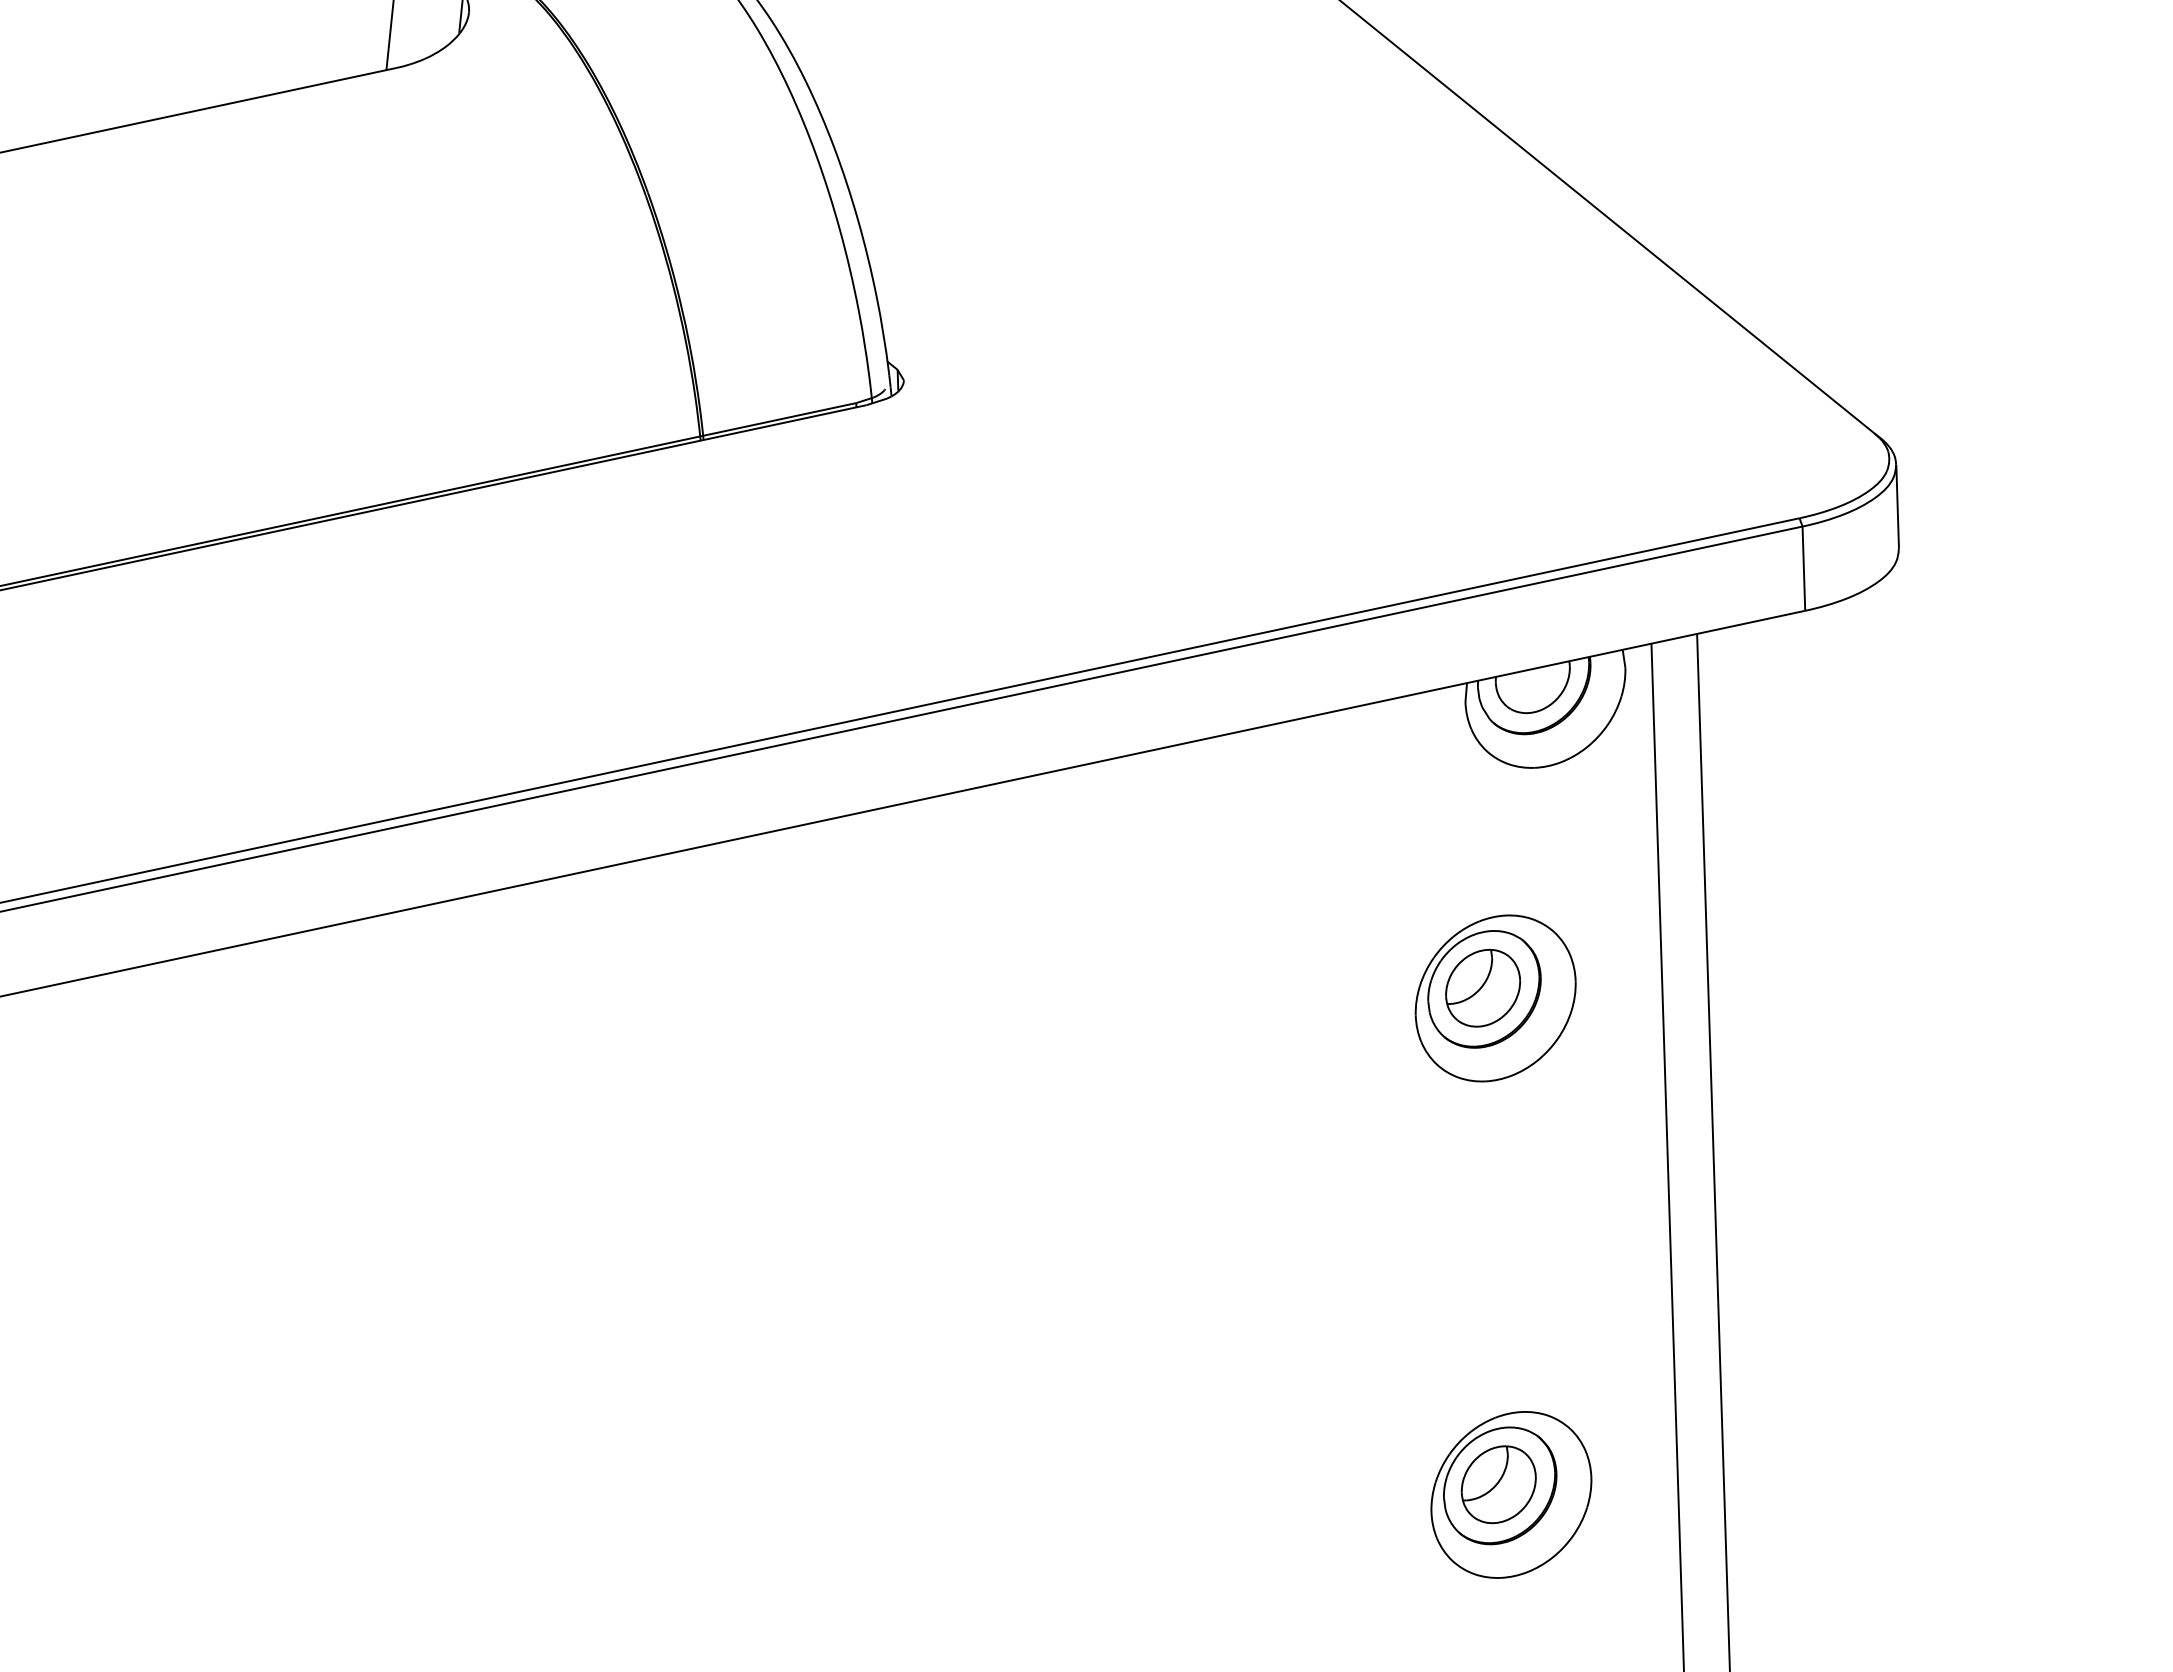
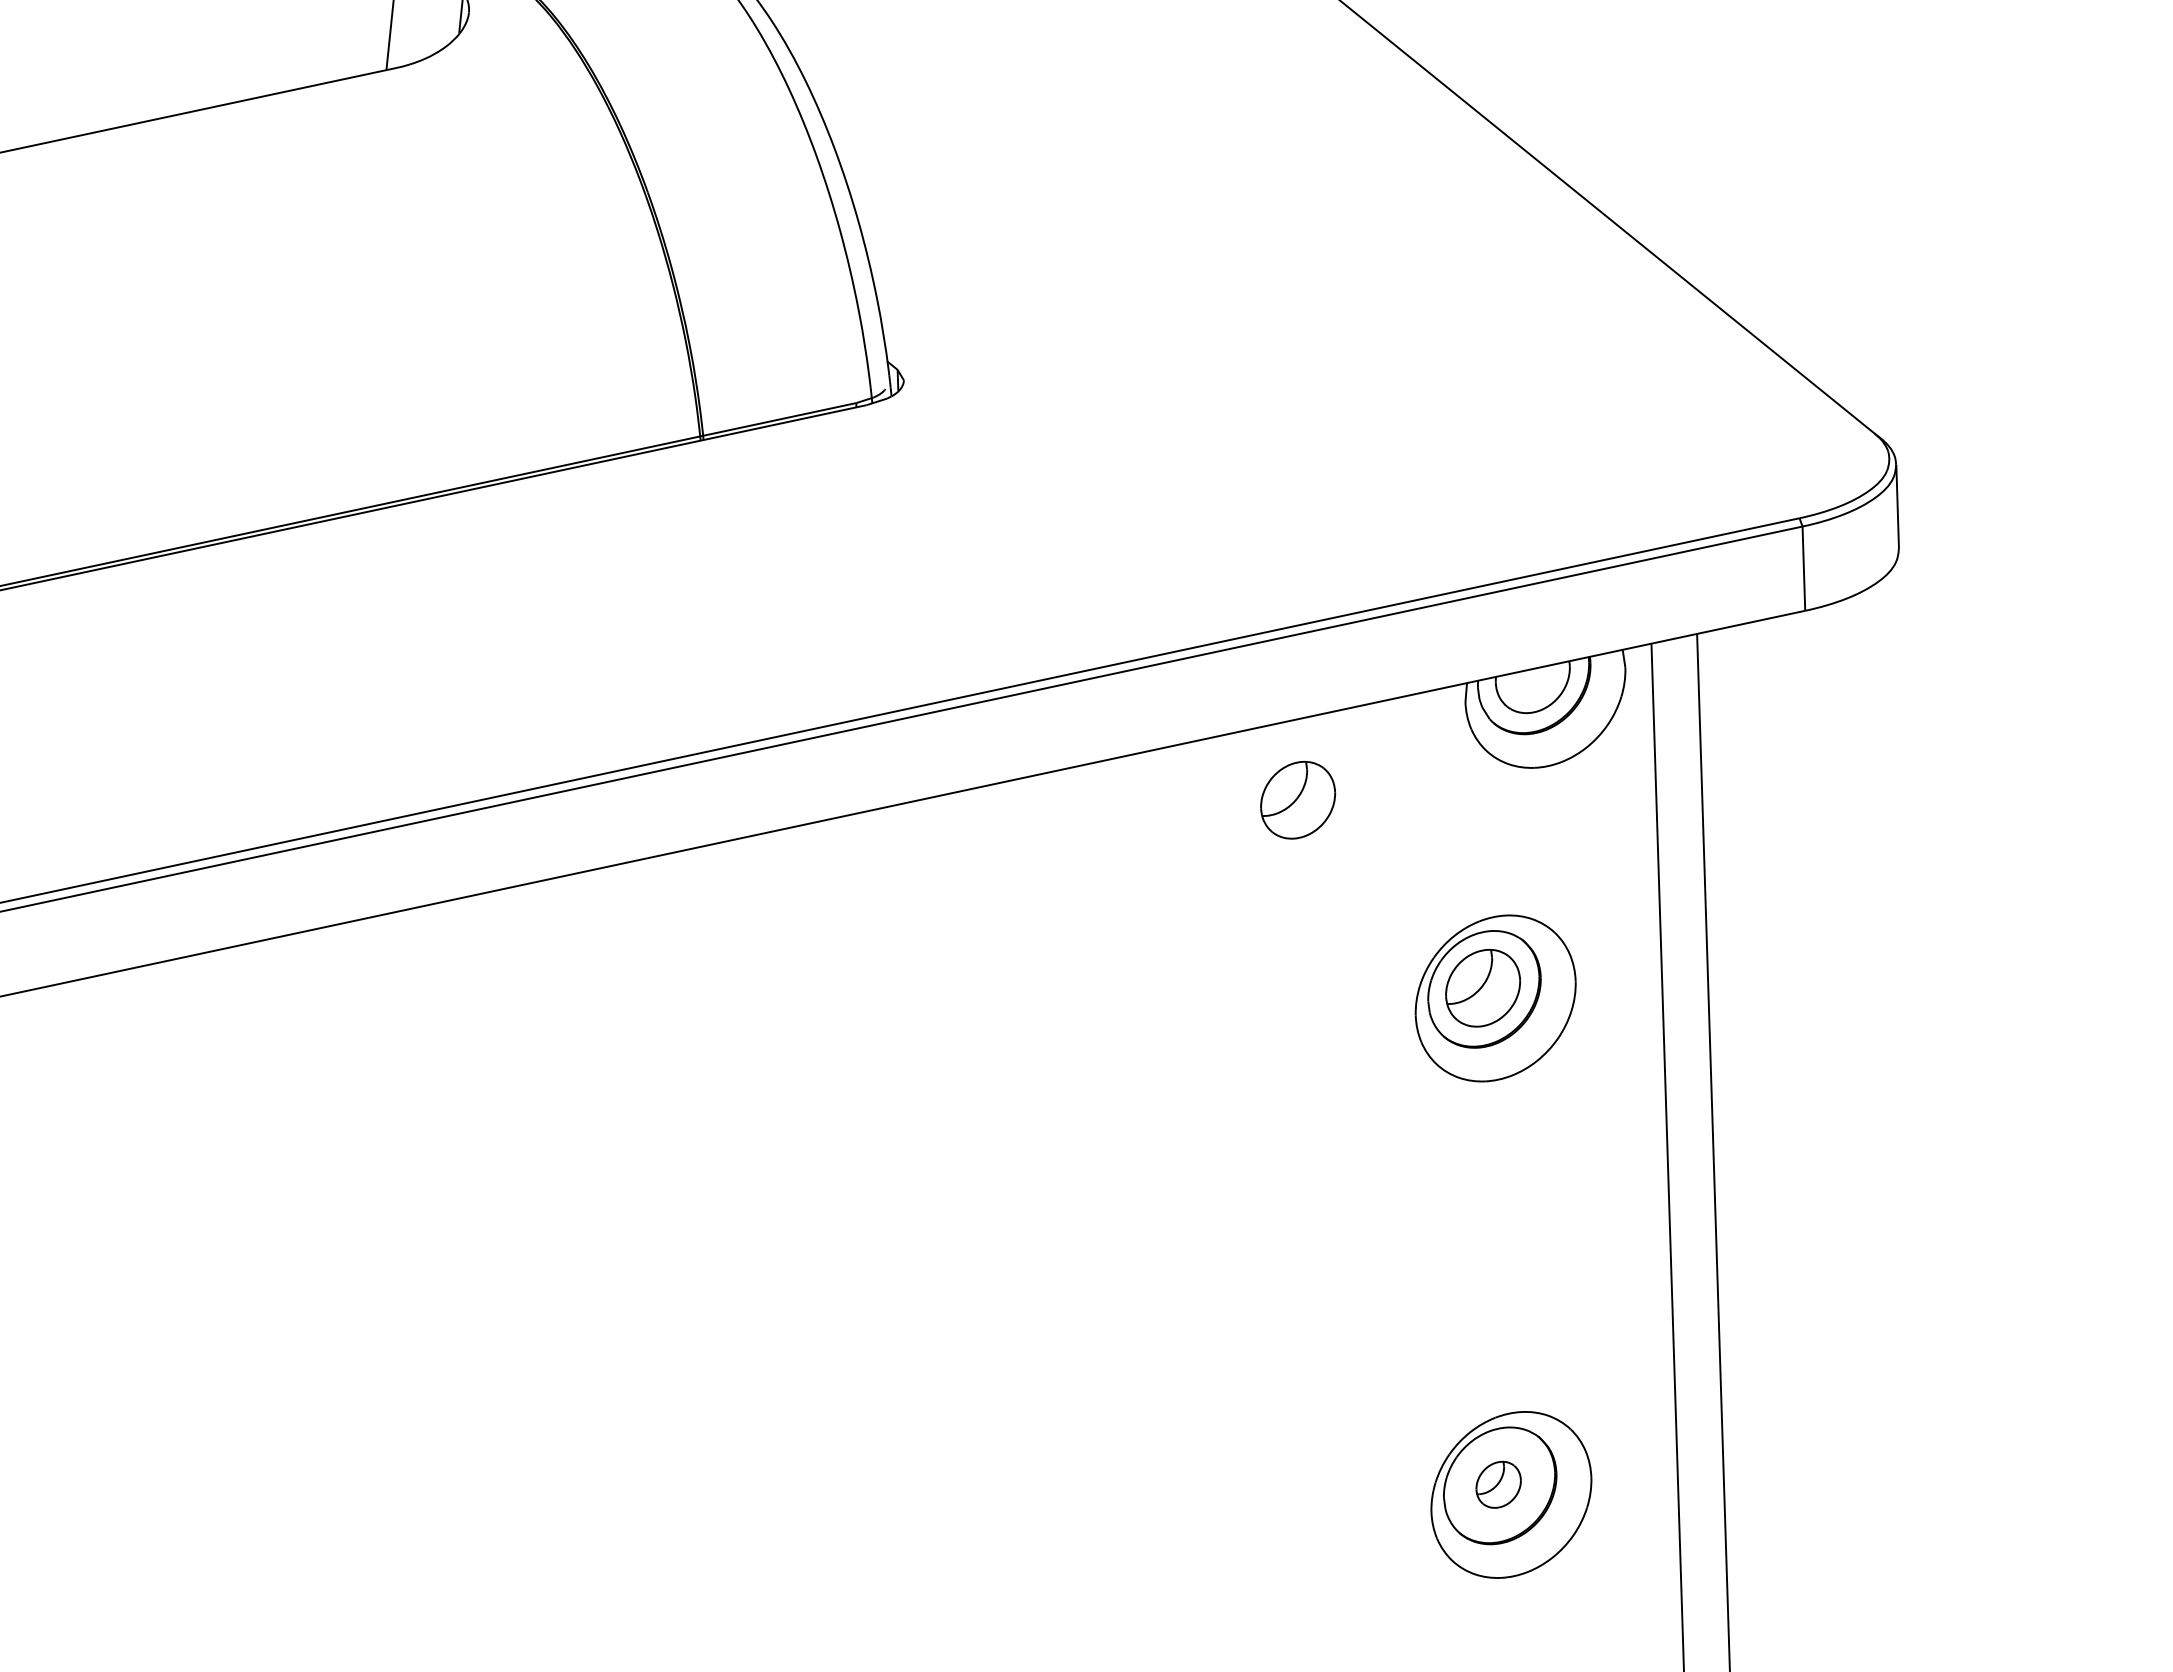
part at (1298, 799): none -> present
part at (1498, 1484) size: 77x80 px -> 47x49 px
